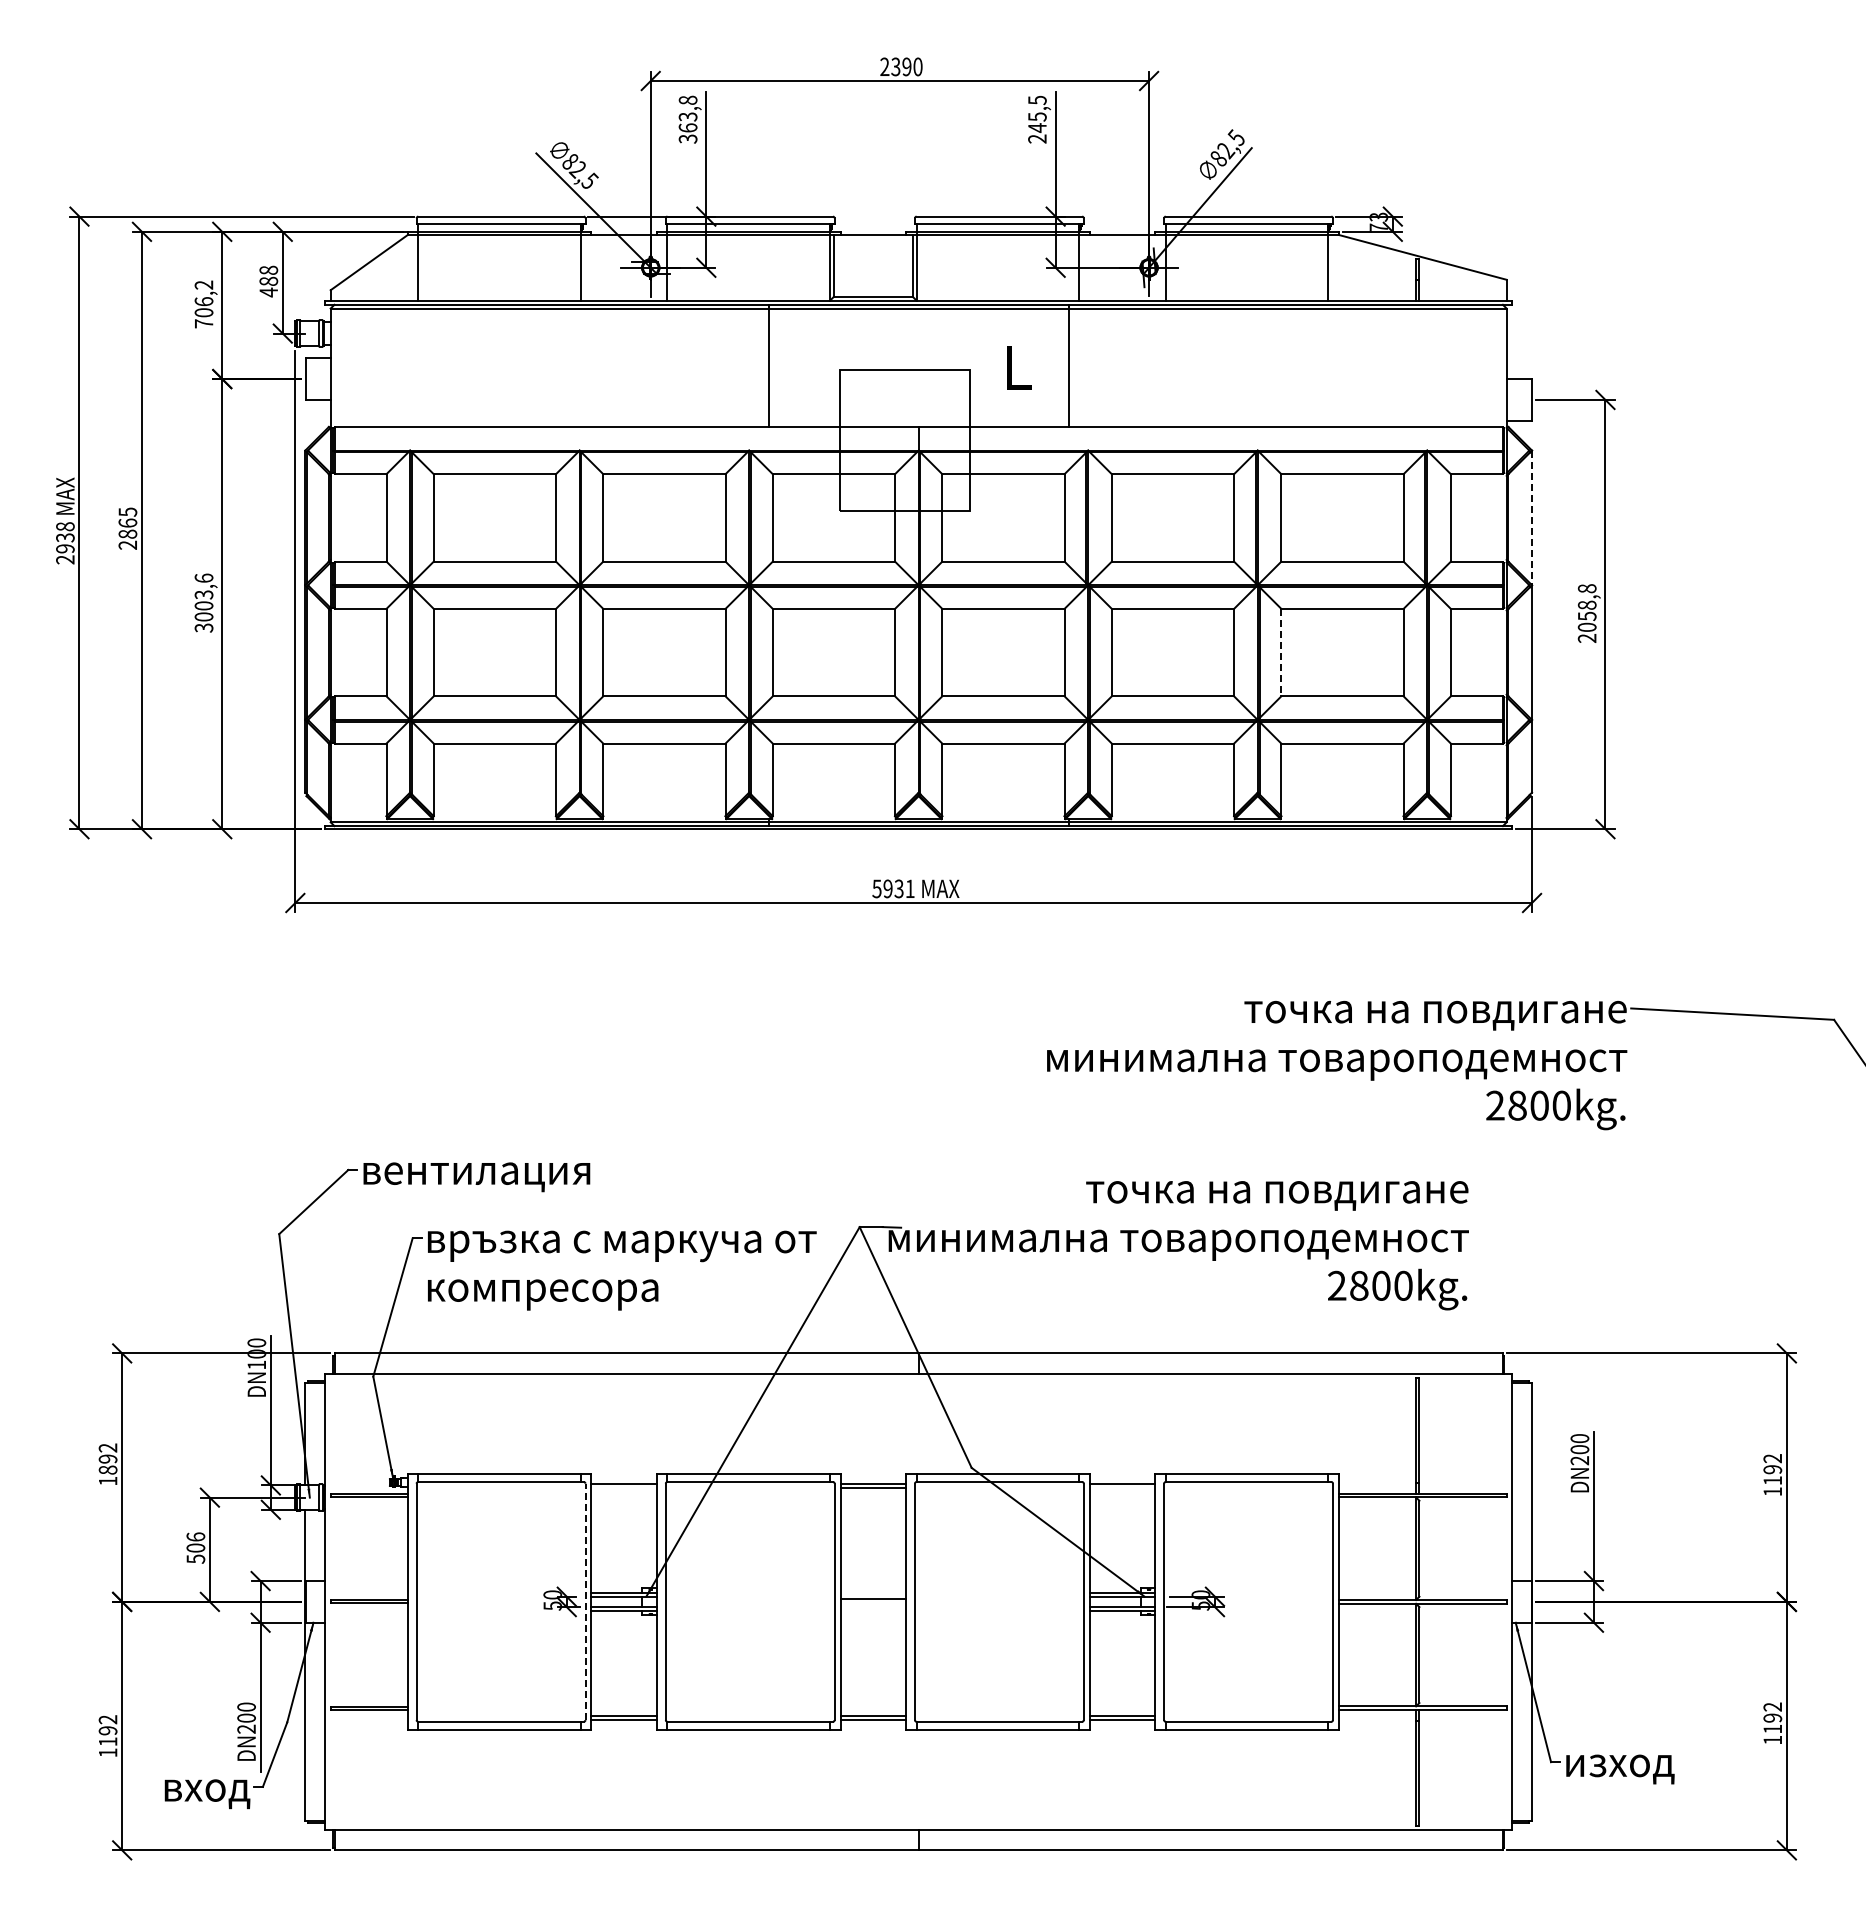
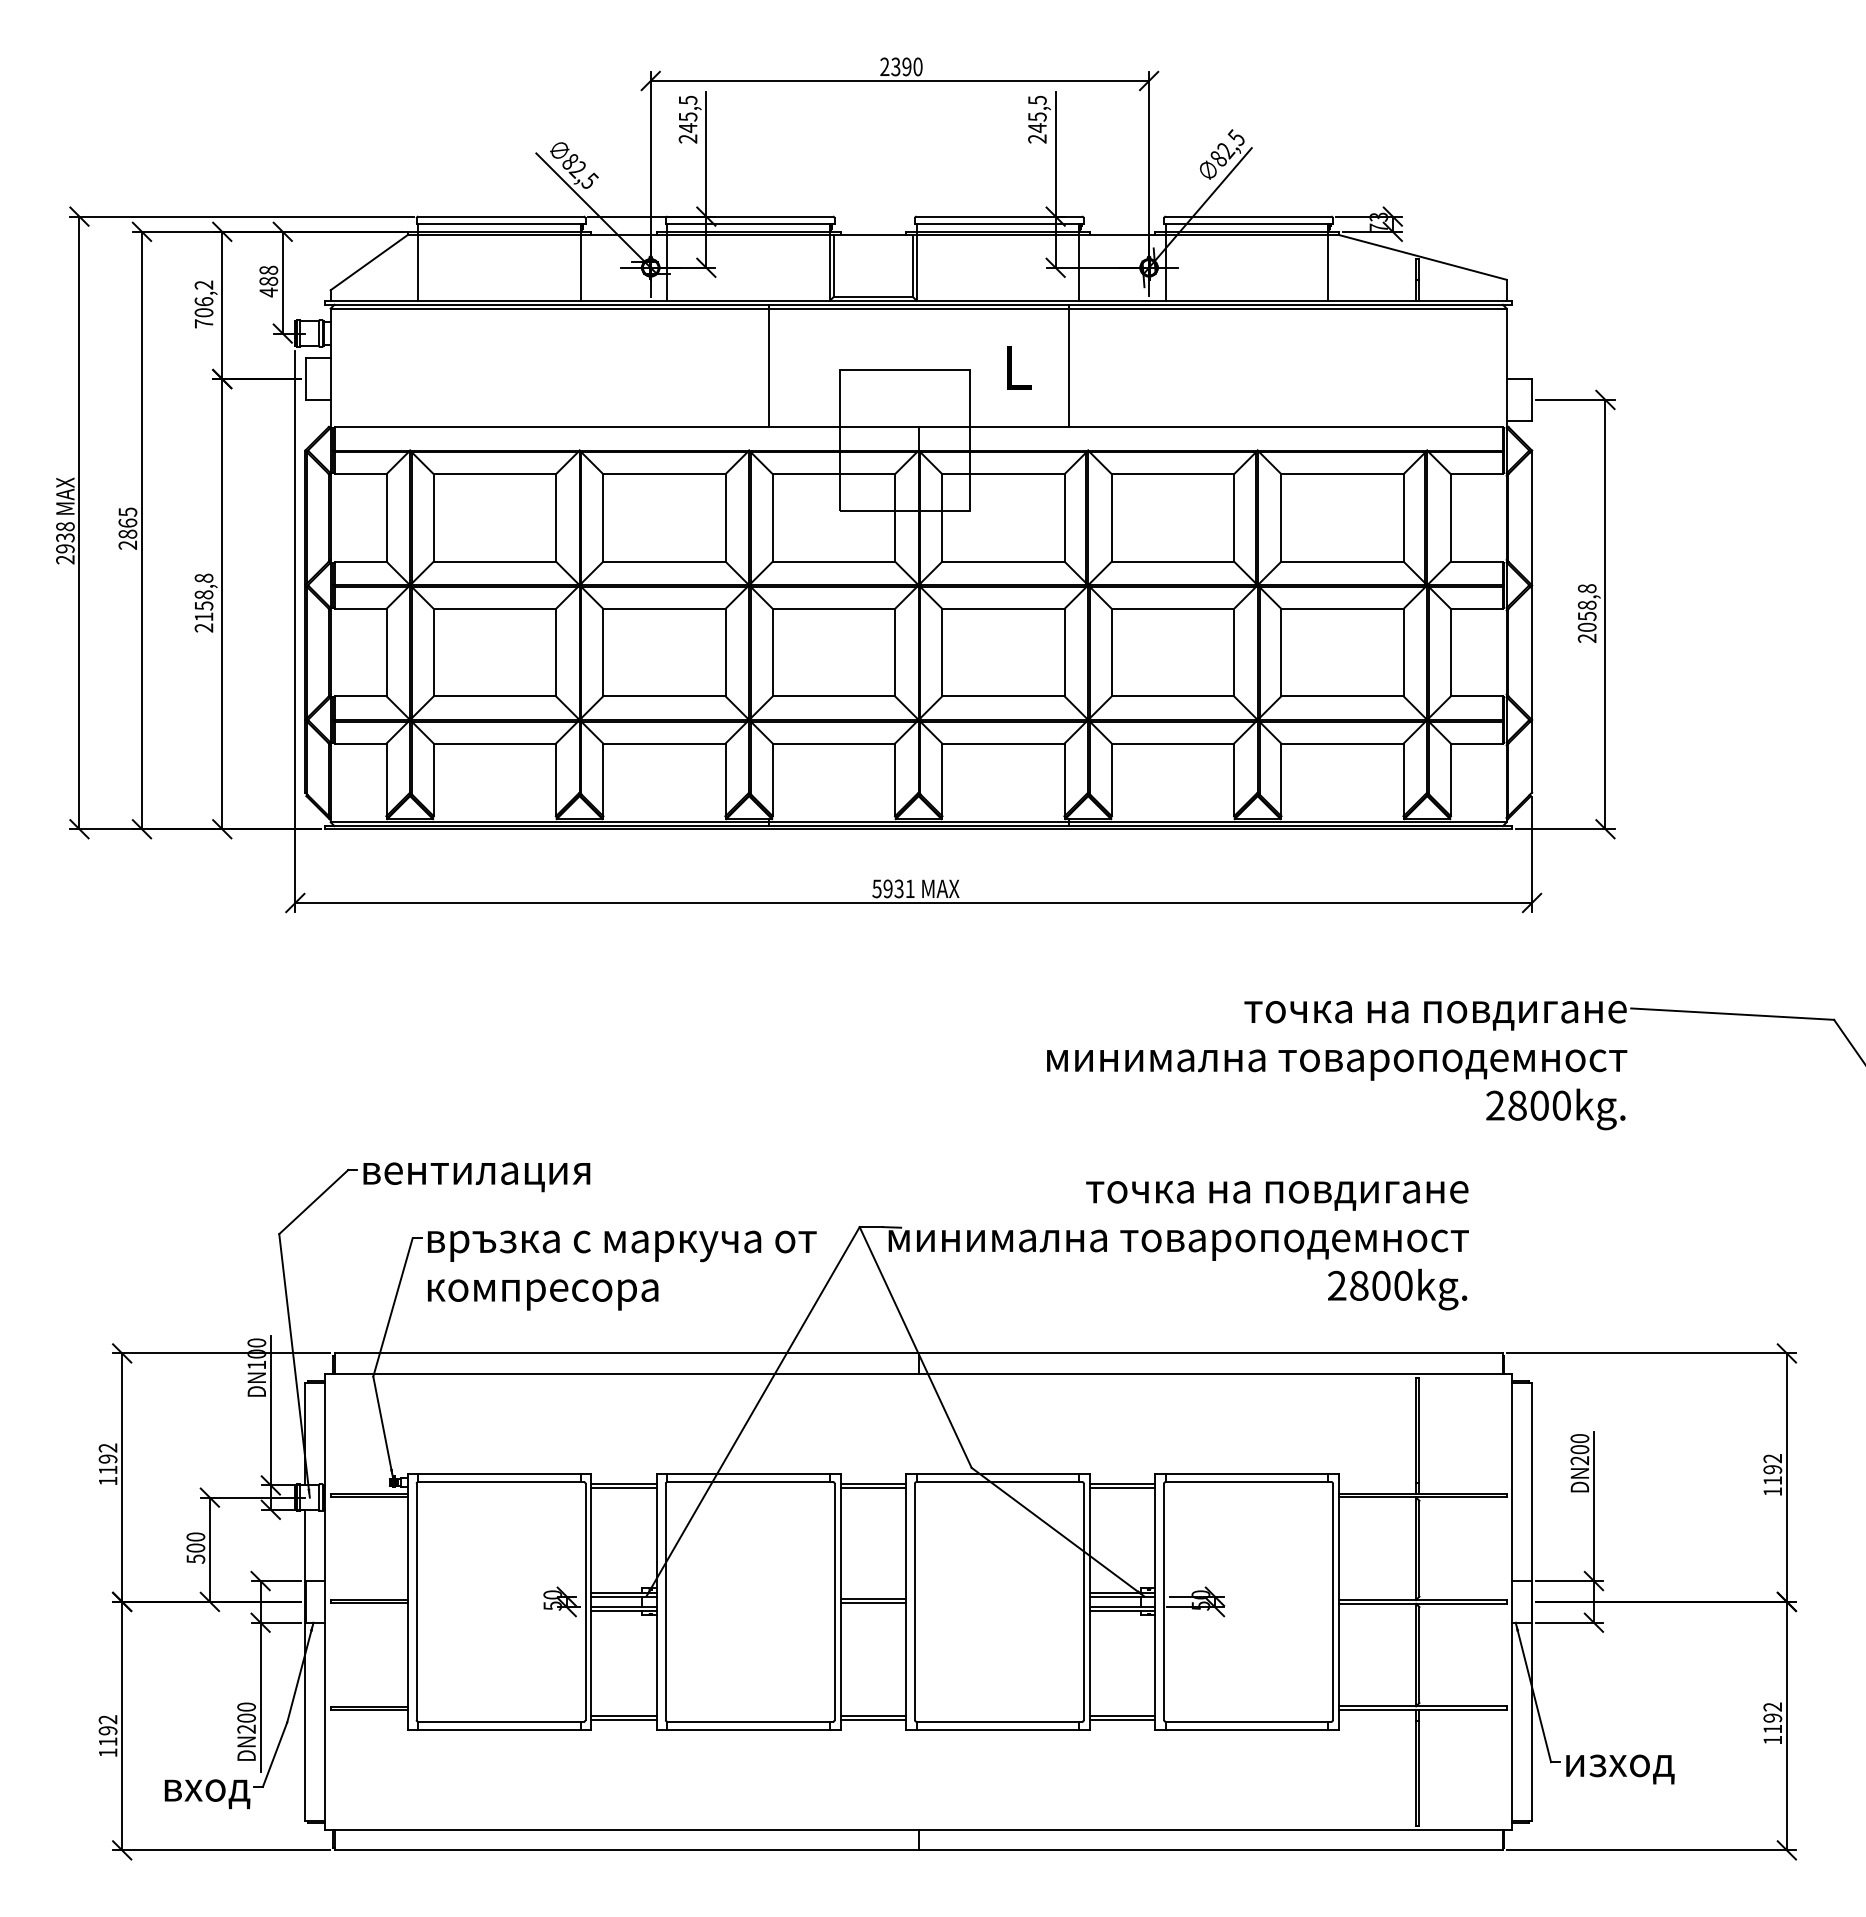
text at (687, 119): 363,8 -> 245,5
line at (1532, 518): dashed -> solid
text at (203, 602): 3003,6 -> 2158,8
line at (1281, 652): dashed -> solid
text at (107, 1469): 1892 -> 1192
line at (624, 1488): none -> present
line at (1122, 1488): none -> present
text at (195, 1536): 506 -> 500
line at (585, 1601): dashed -> solid
line at (873, 1602): none -> present
